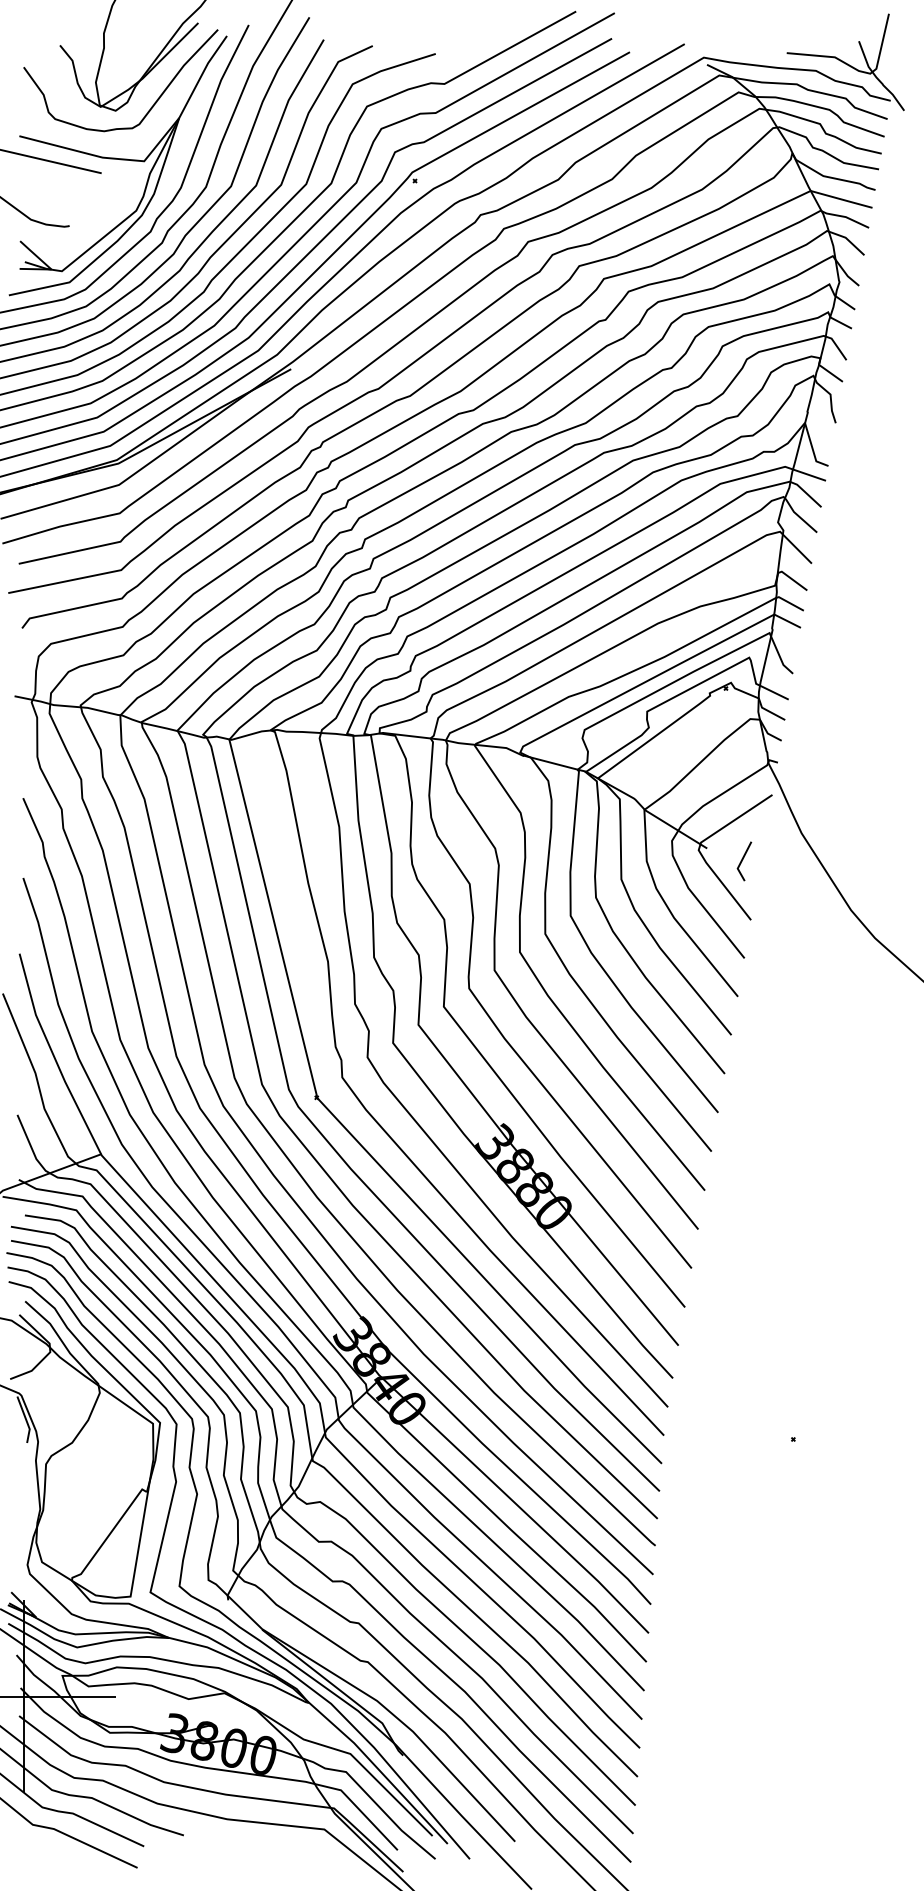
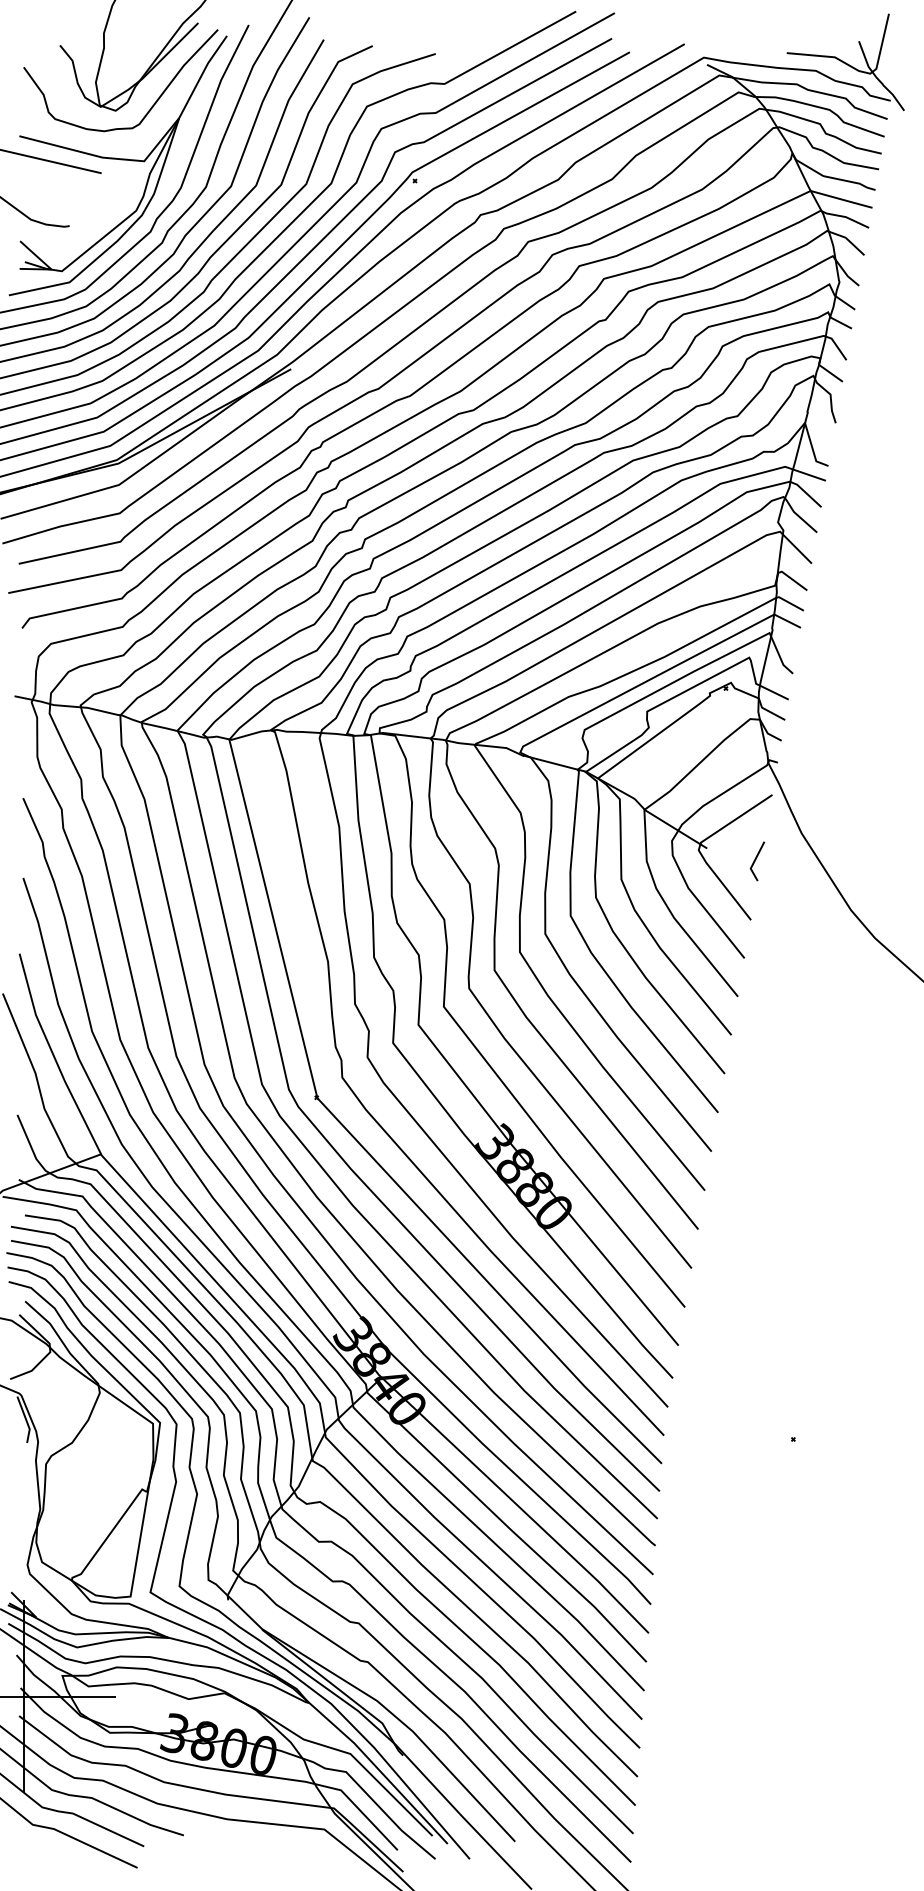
line at (742, 861) position: (742, 861) -> (755, 861)
